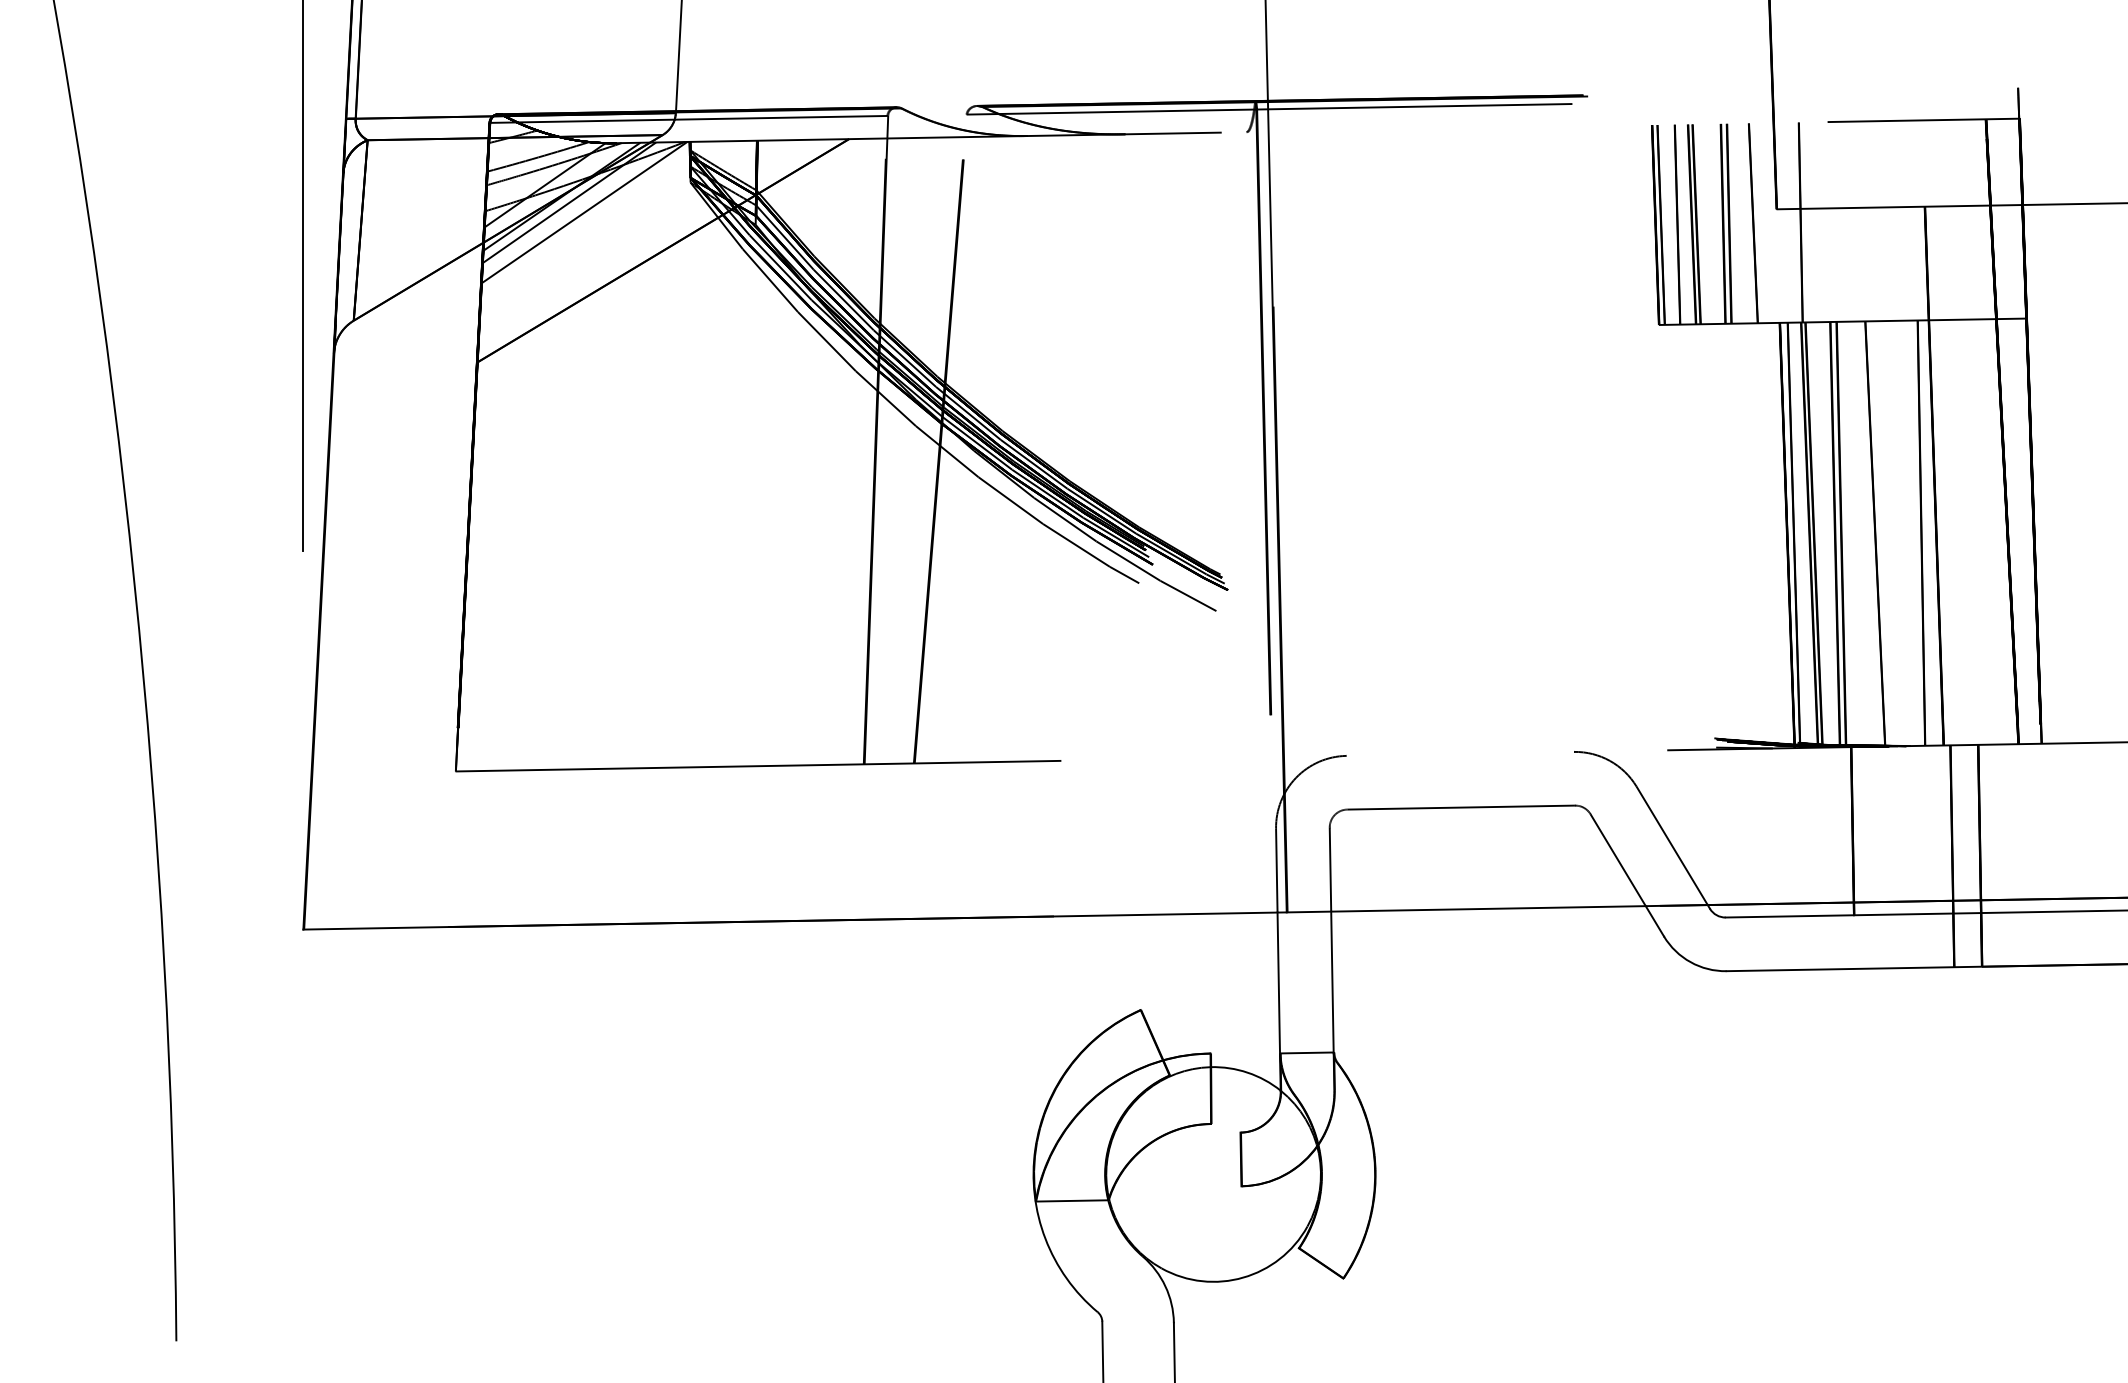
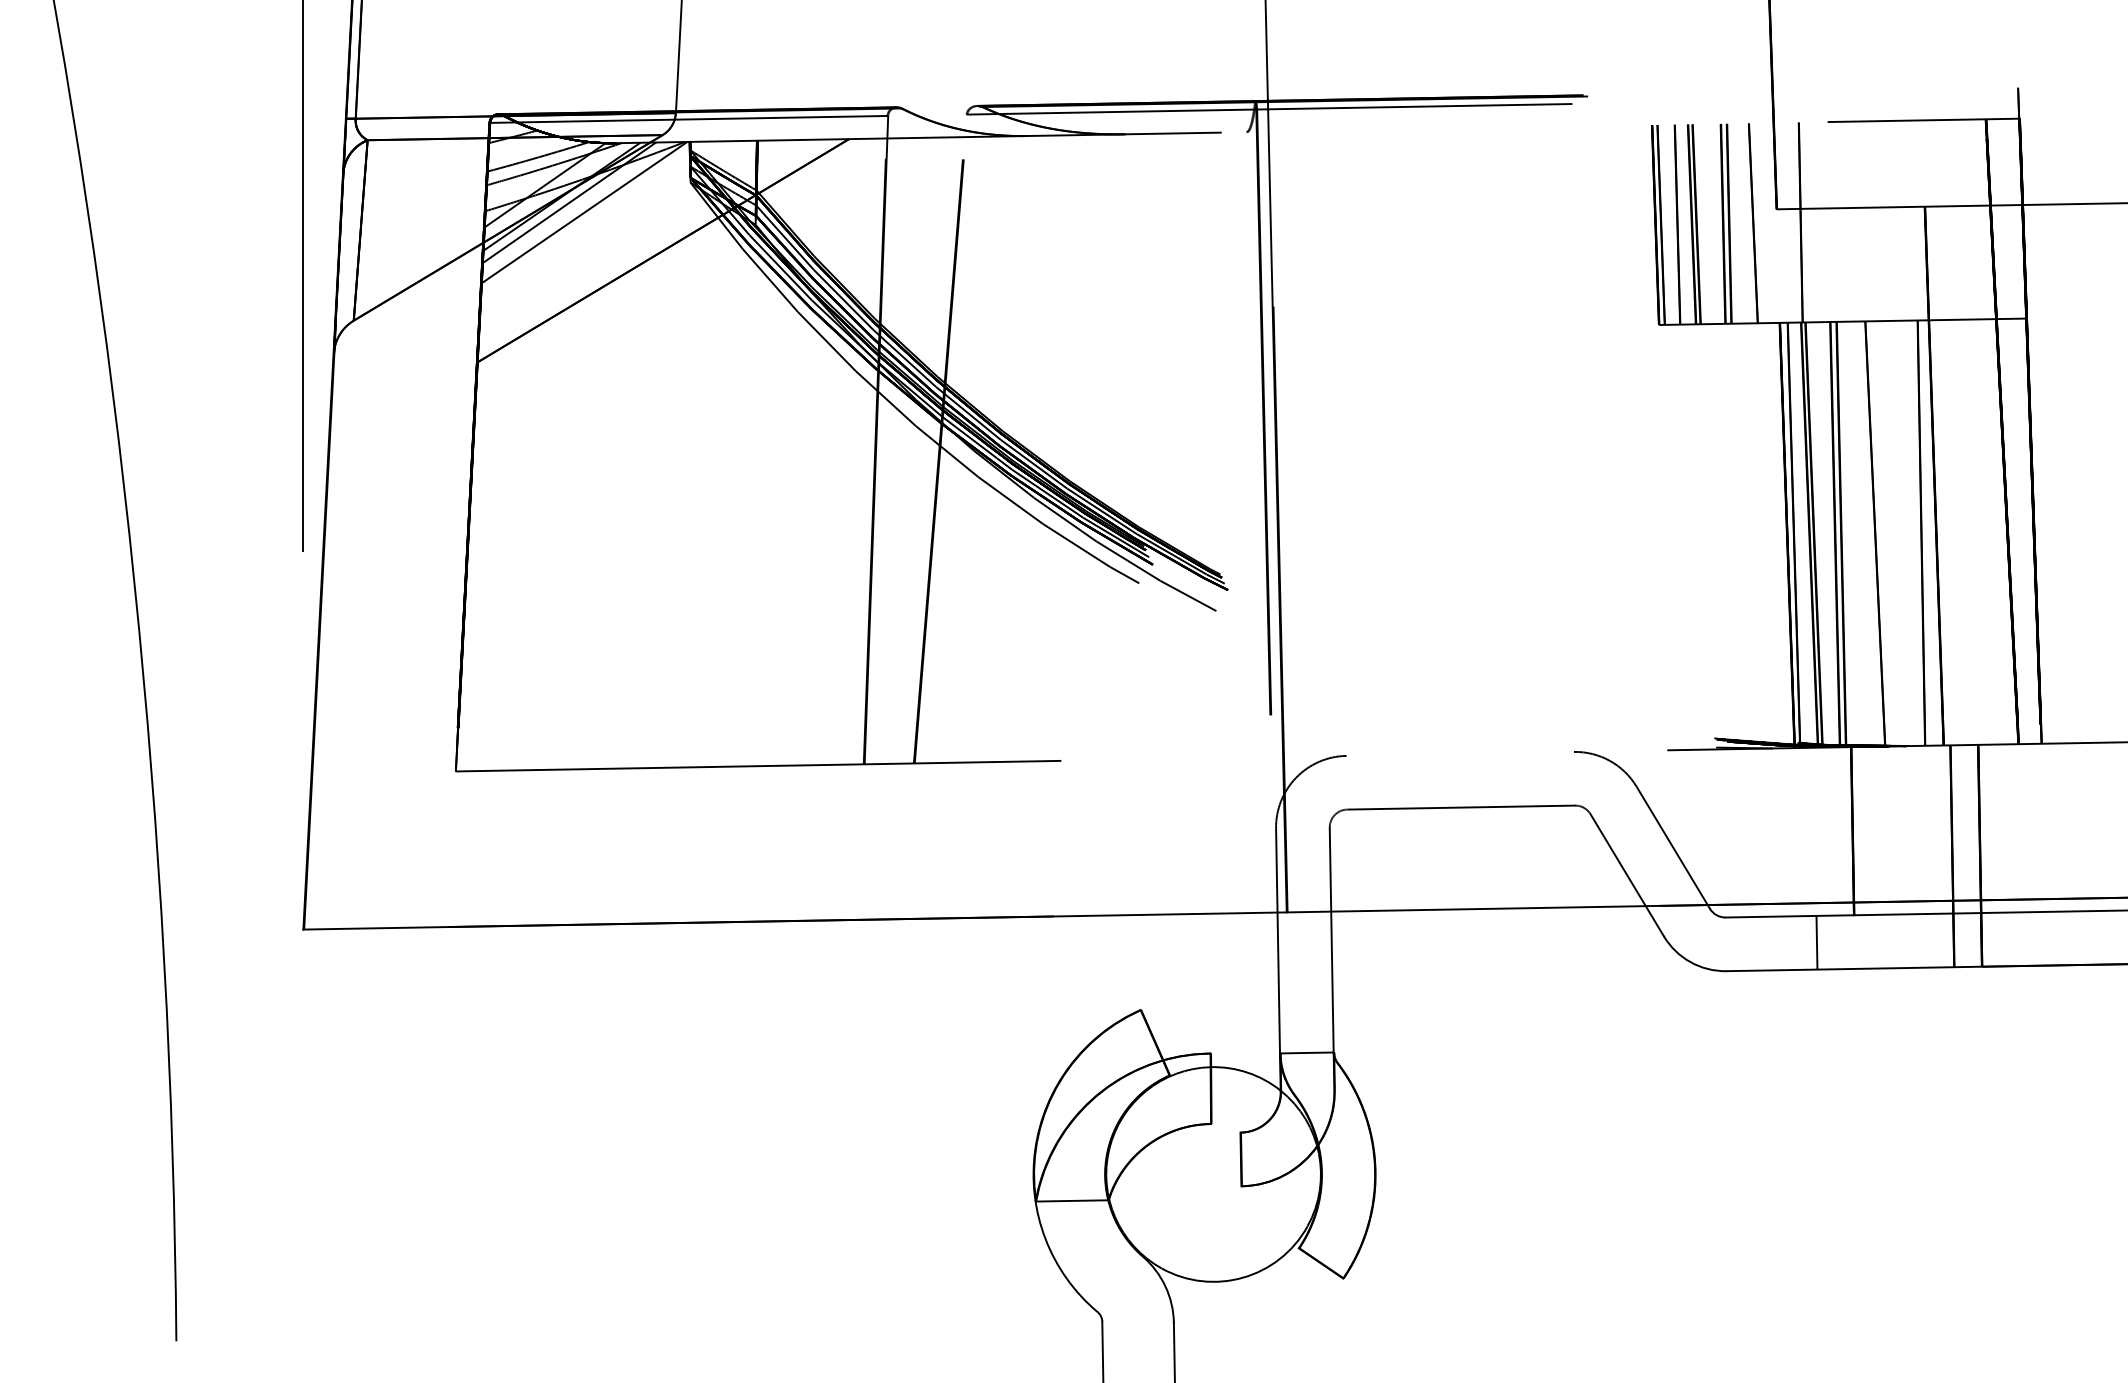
line at (1816, 942): none -> present
